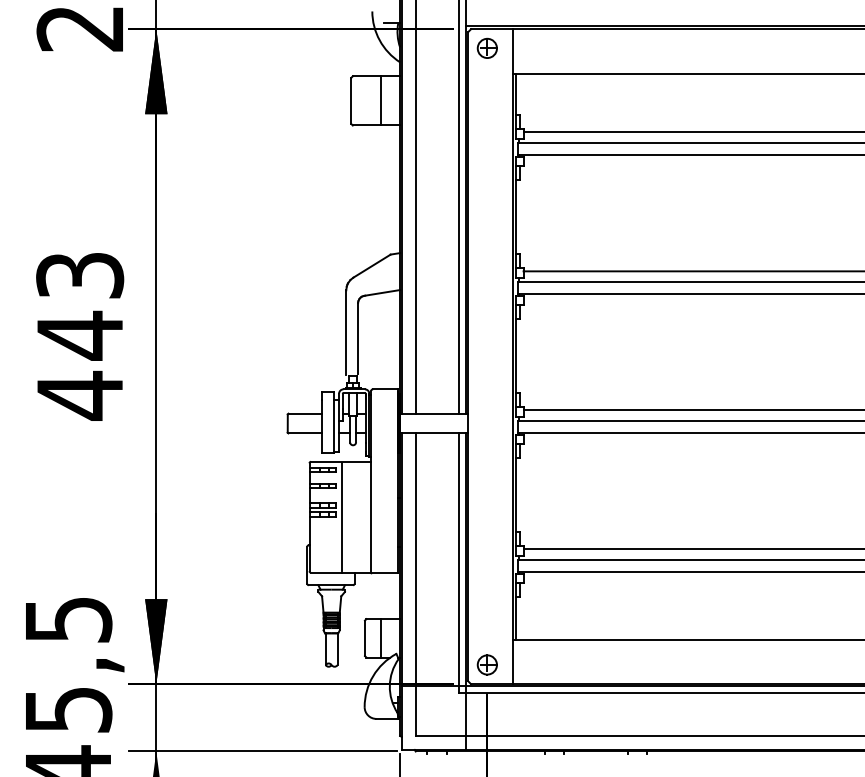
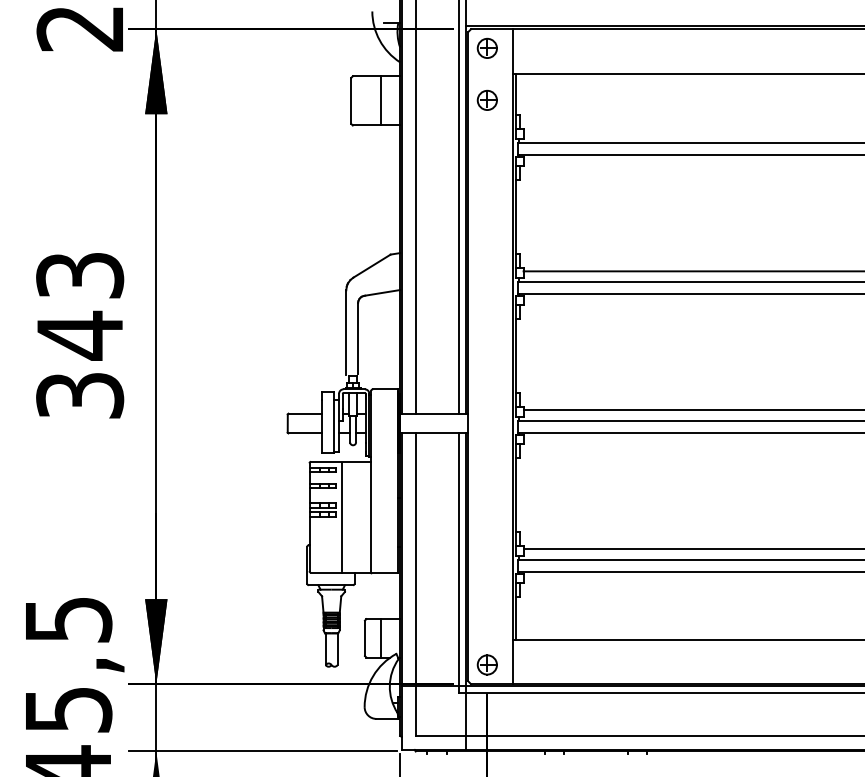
part at (486, 99): none -> present
line at (692, 132): present -> none
text at (80, 395): 443 -> 343
